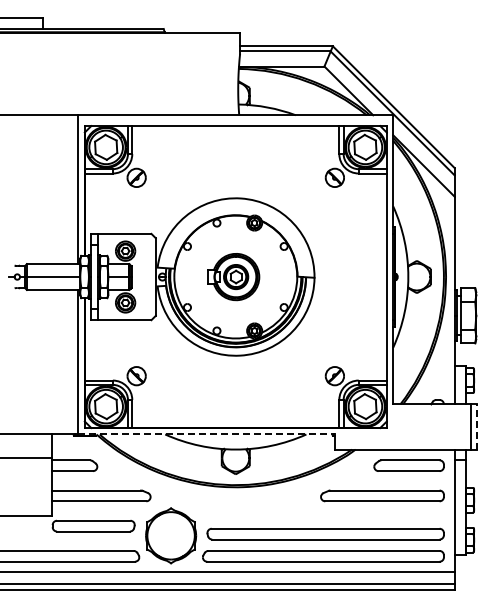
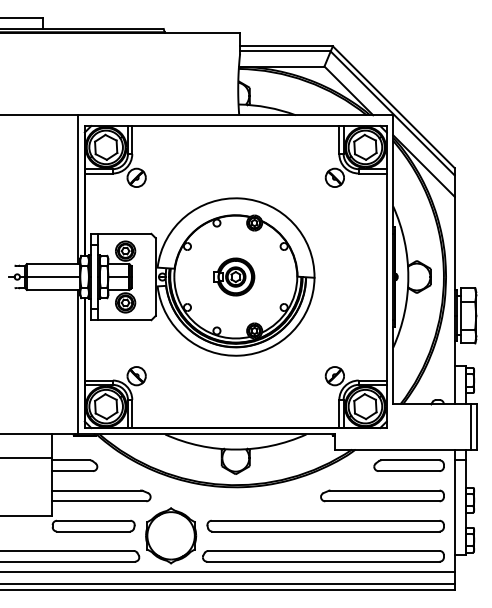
part at (233, 277) size: 54x49 px -> 43x40 px
line at (477, 426): dashed -> solid
line at (207, 434): dashed -> solid
part at (325, 533) position: (325, 533) -> (325, 525)
